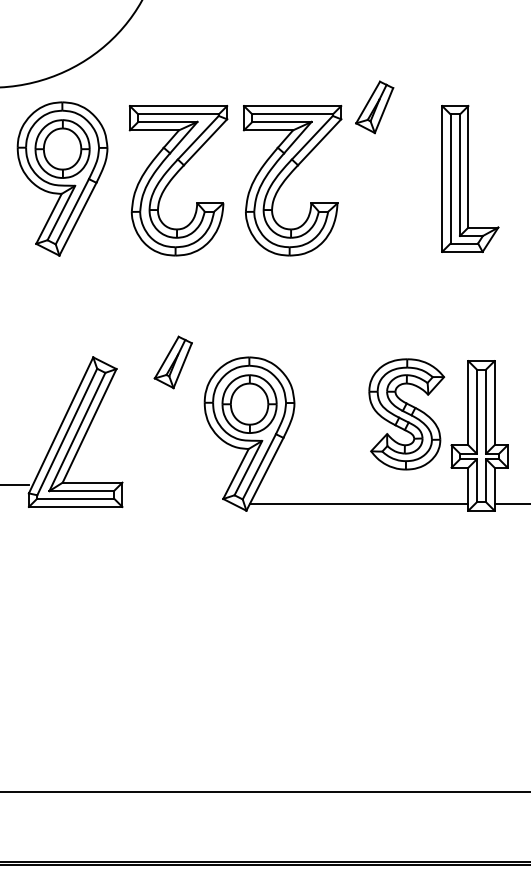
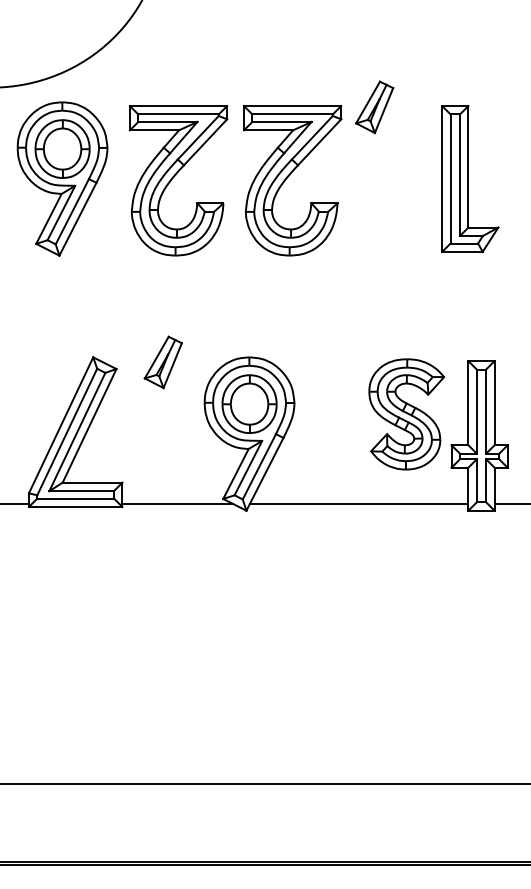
part at (172, 362) position: (172, 362) -> (162, 362)
line at (15, 485) position: (15, 485) -> (15, 504)
line at (177, 504): none -> present
line at (264, 792) position: (264, 792) -> (264, 784)
